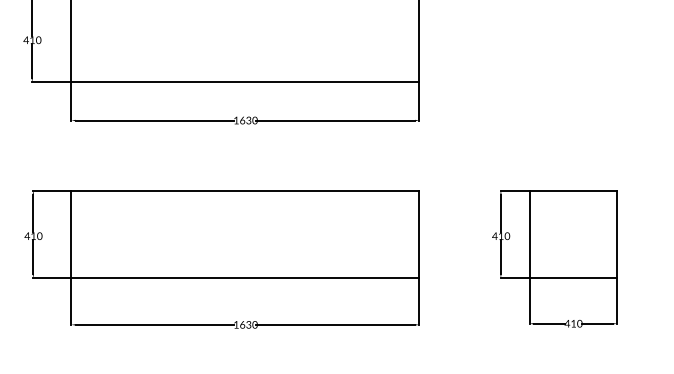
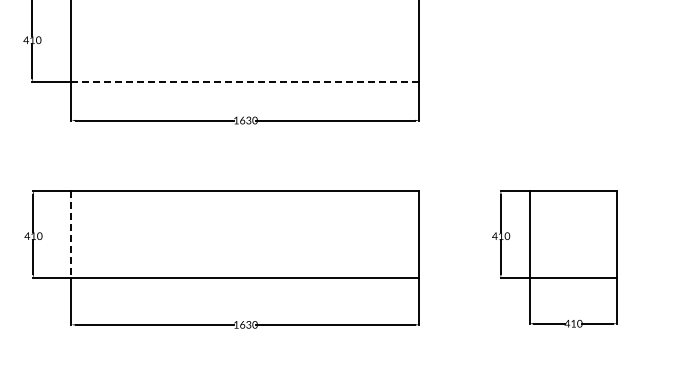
line at (245, 82): solid -> dashed
line at (71, 234): solid -> dashed
